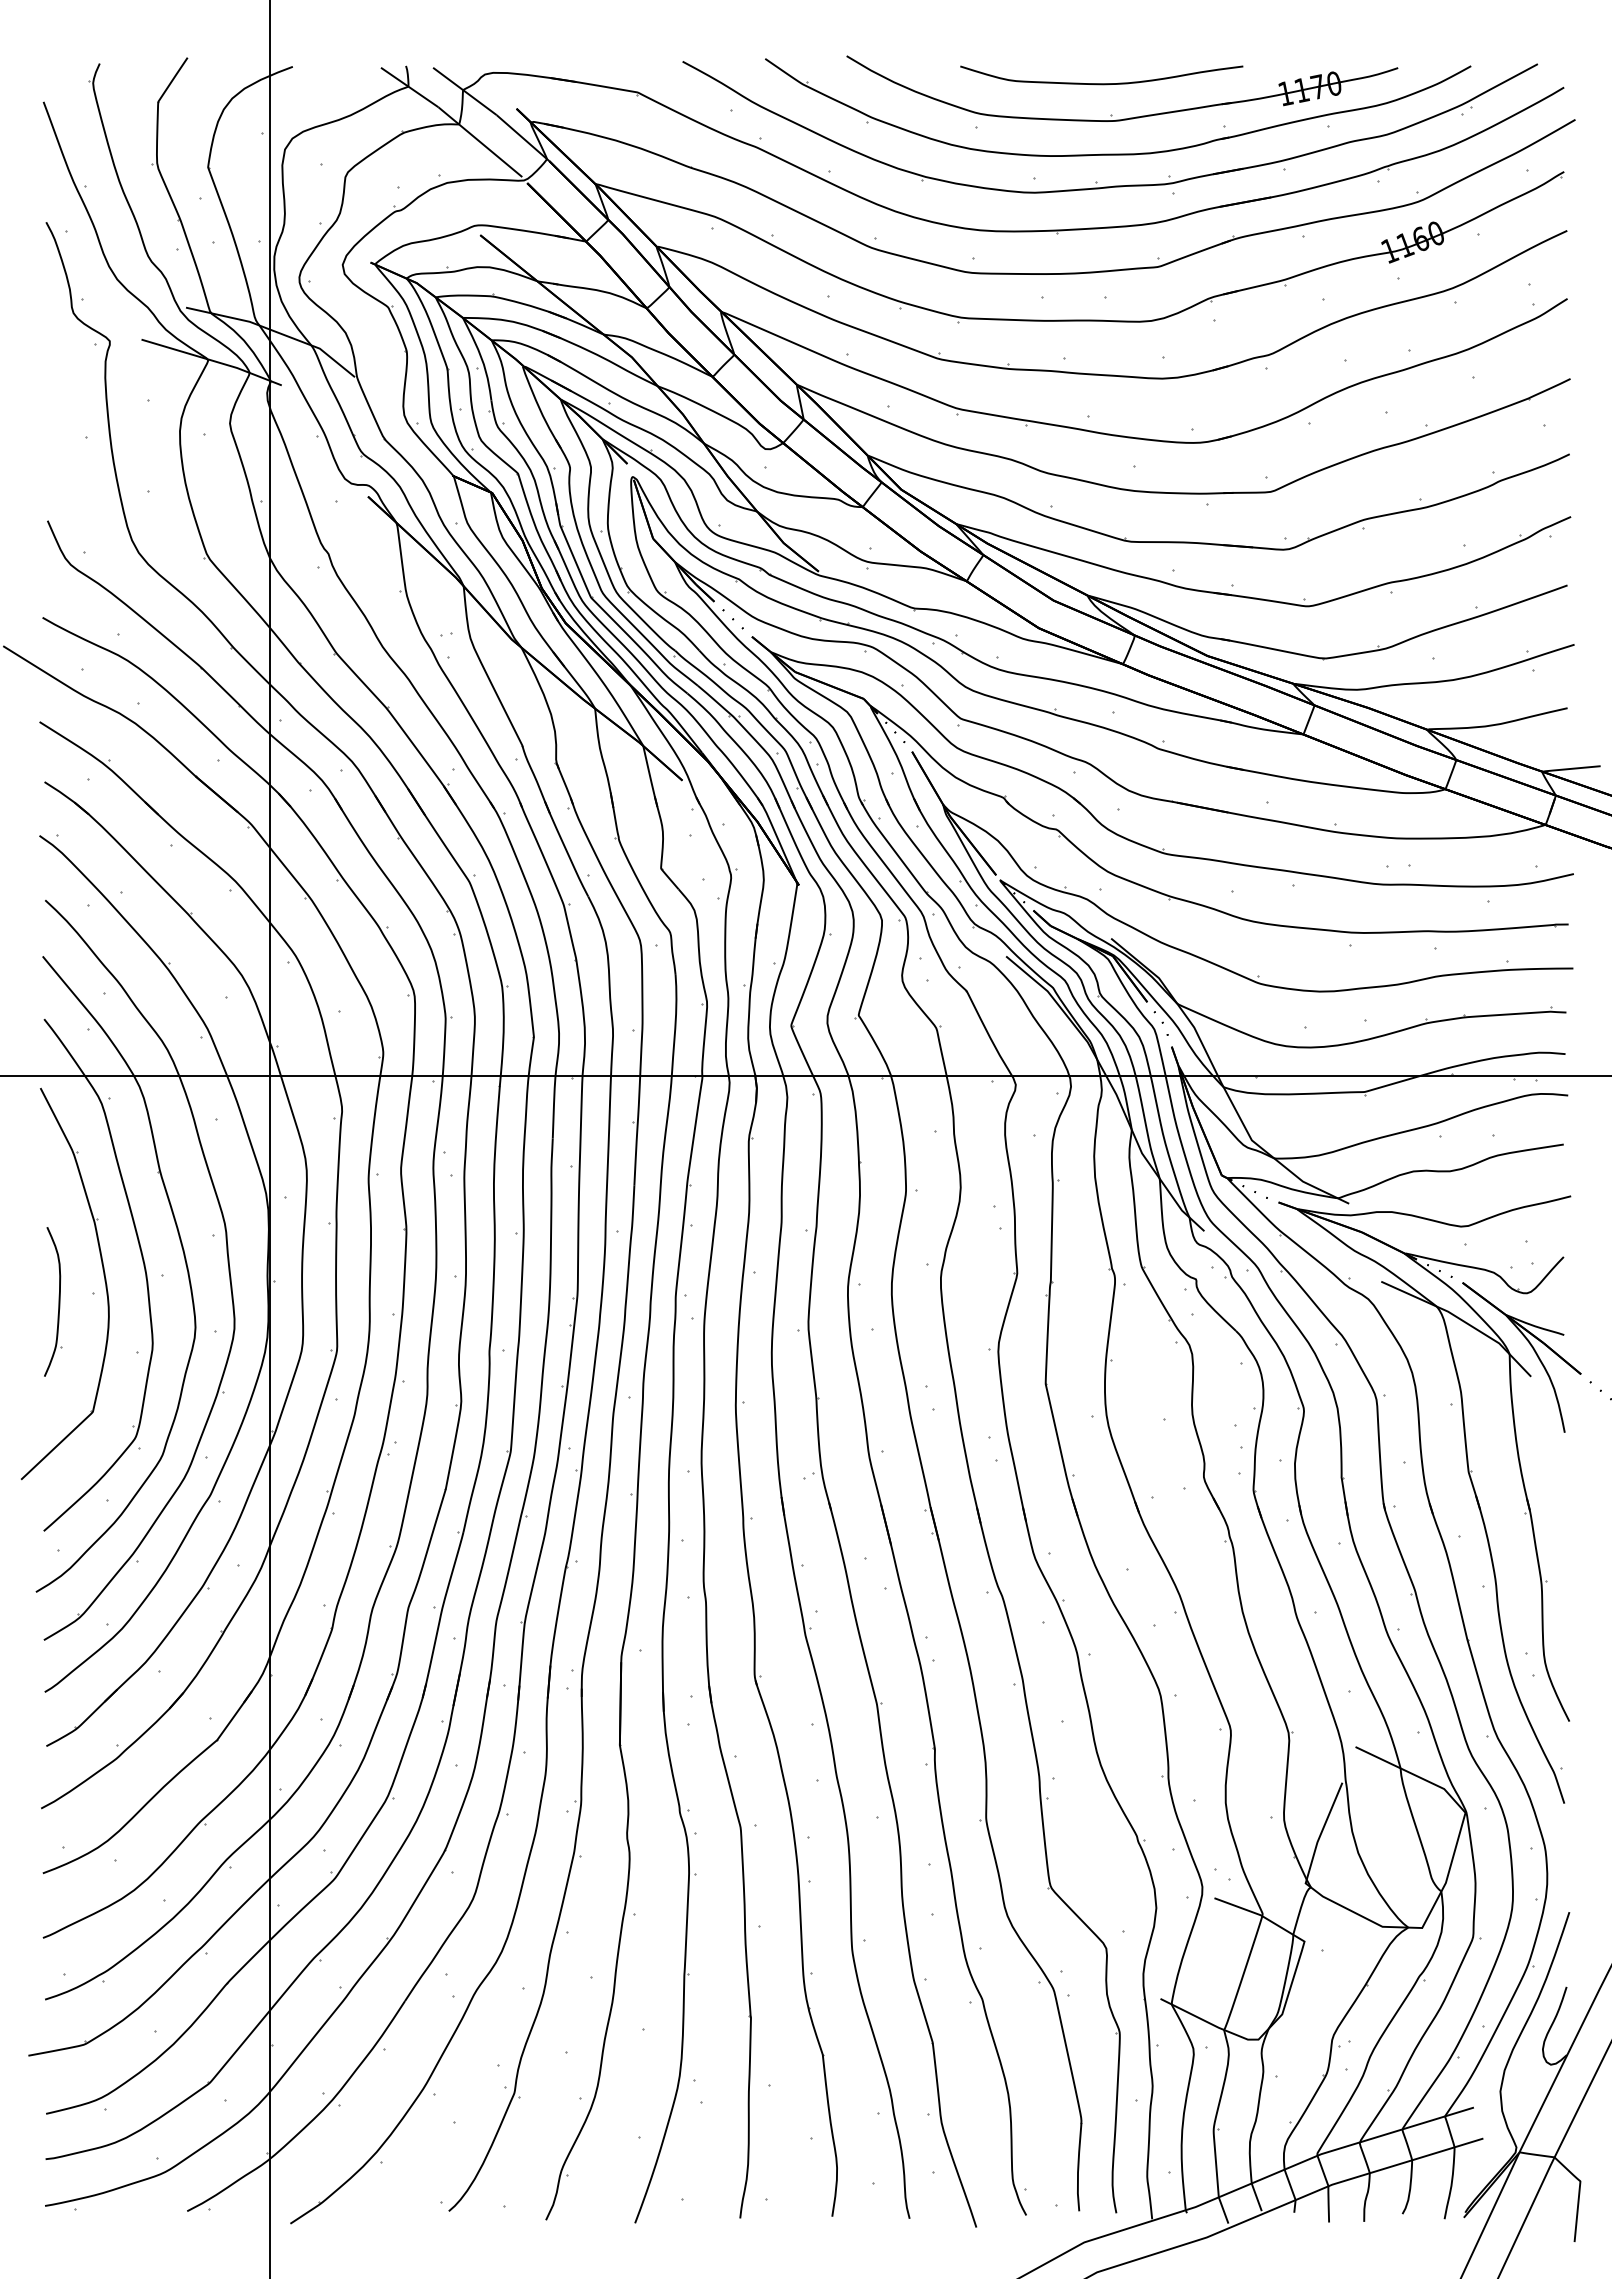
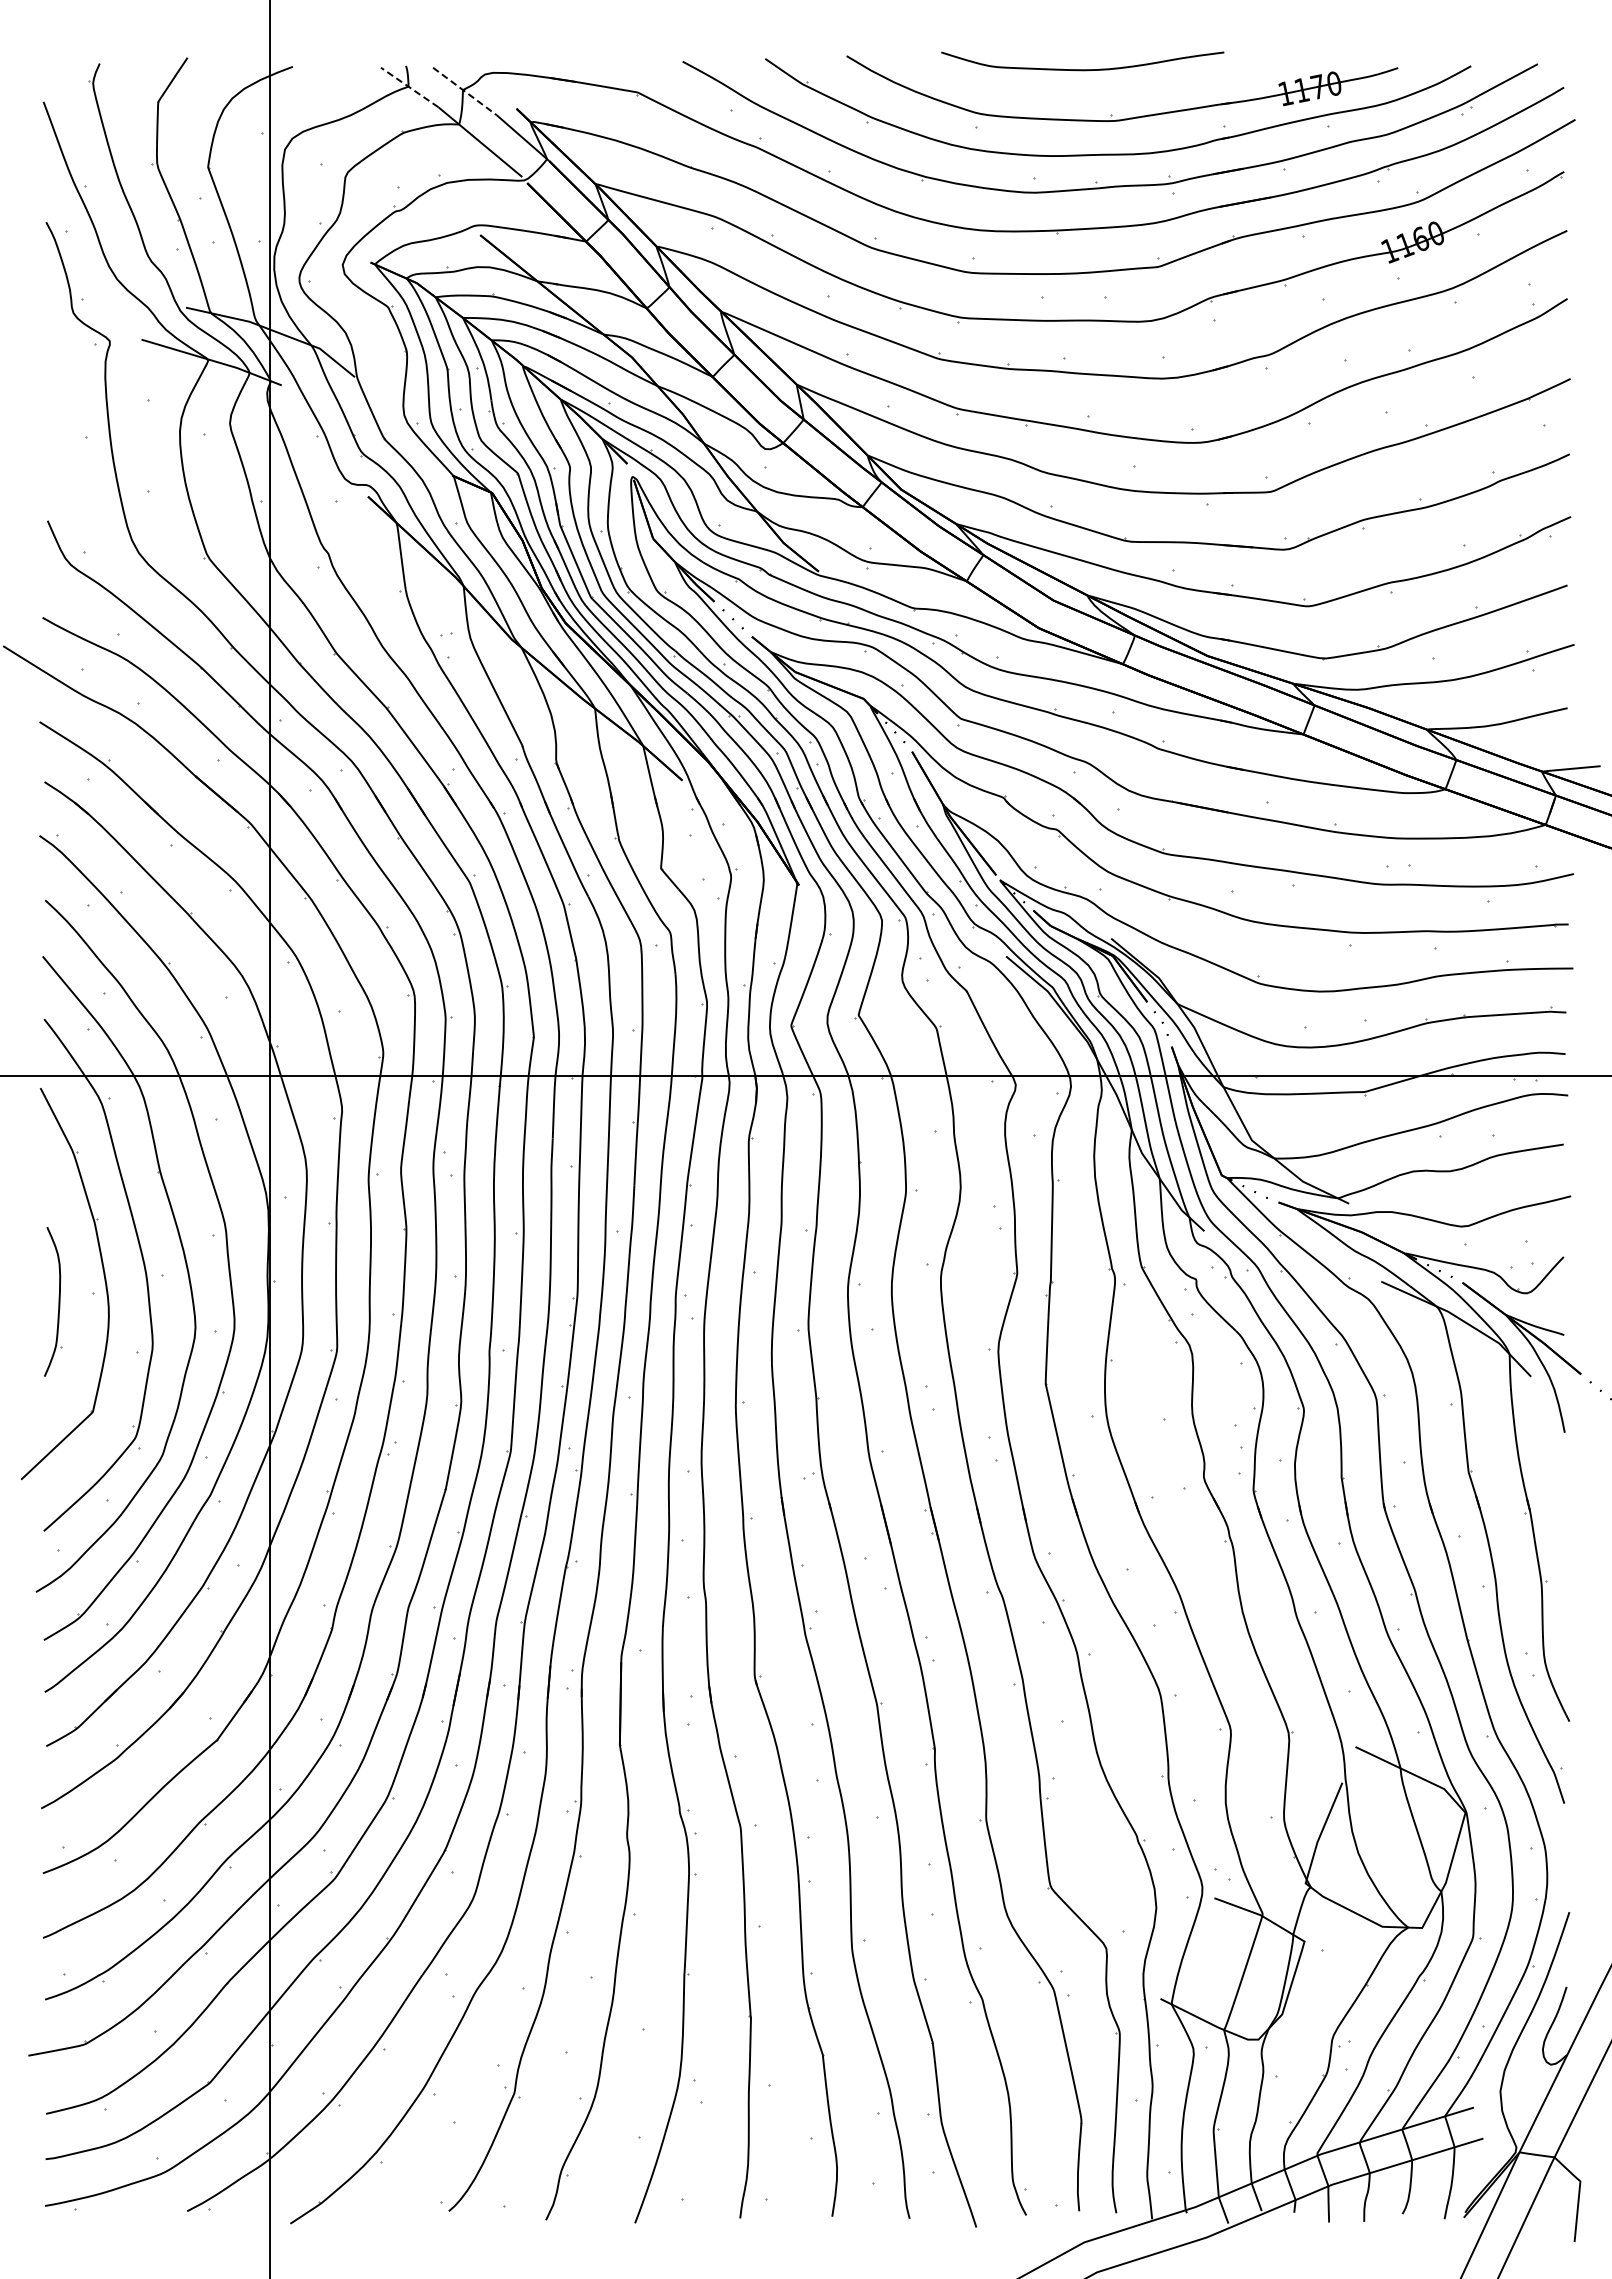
curve at (1101, 83) position: (1101, 83) -> (1082, 69)
line at (409, 87): solid -> dashed
line at (464, 91): solid -> dashed
